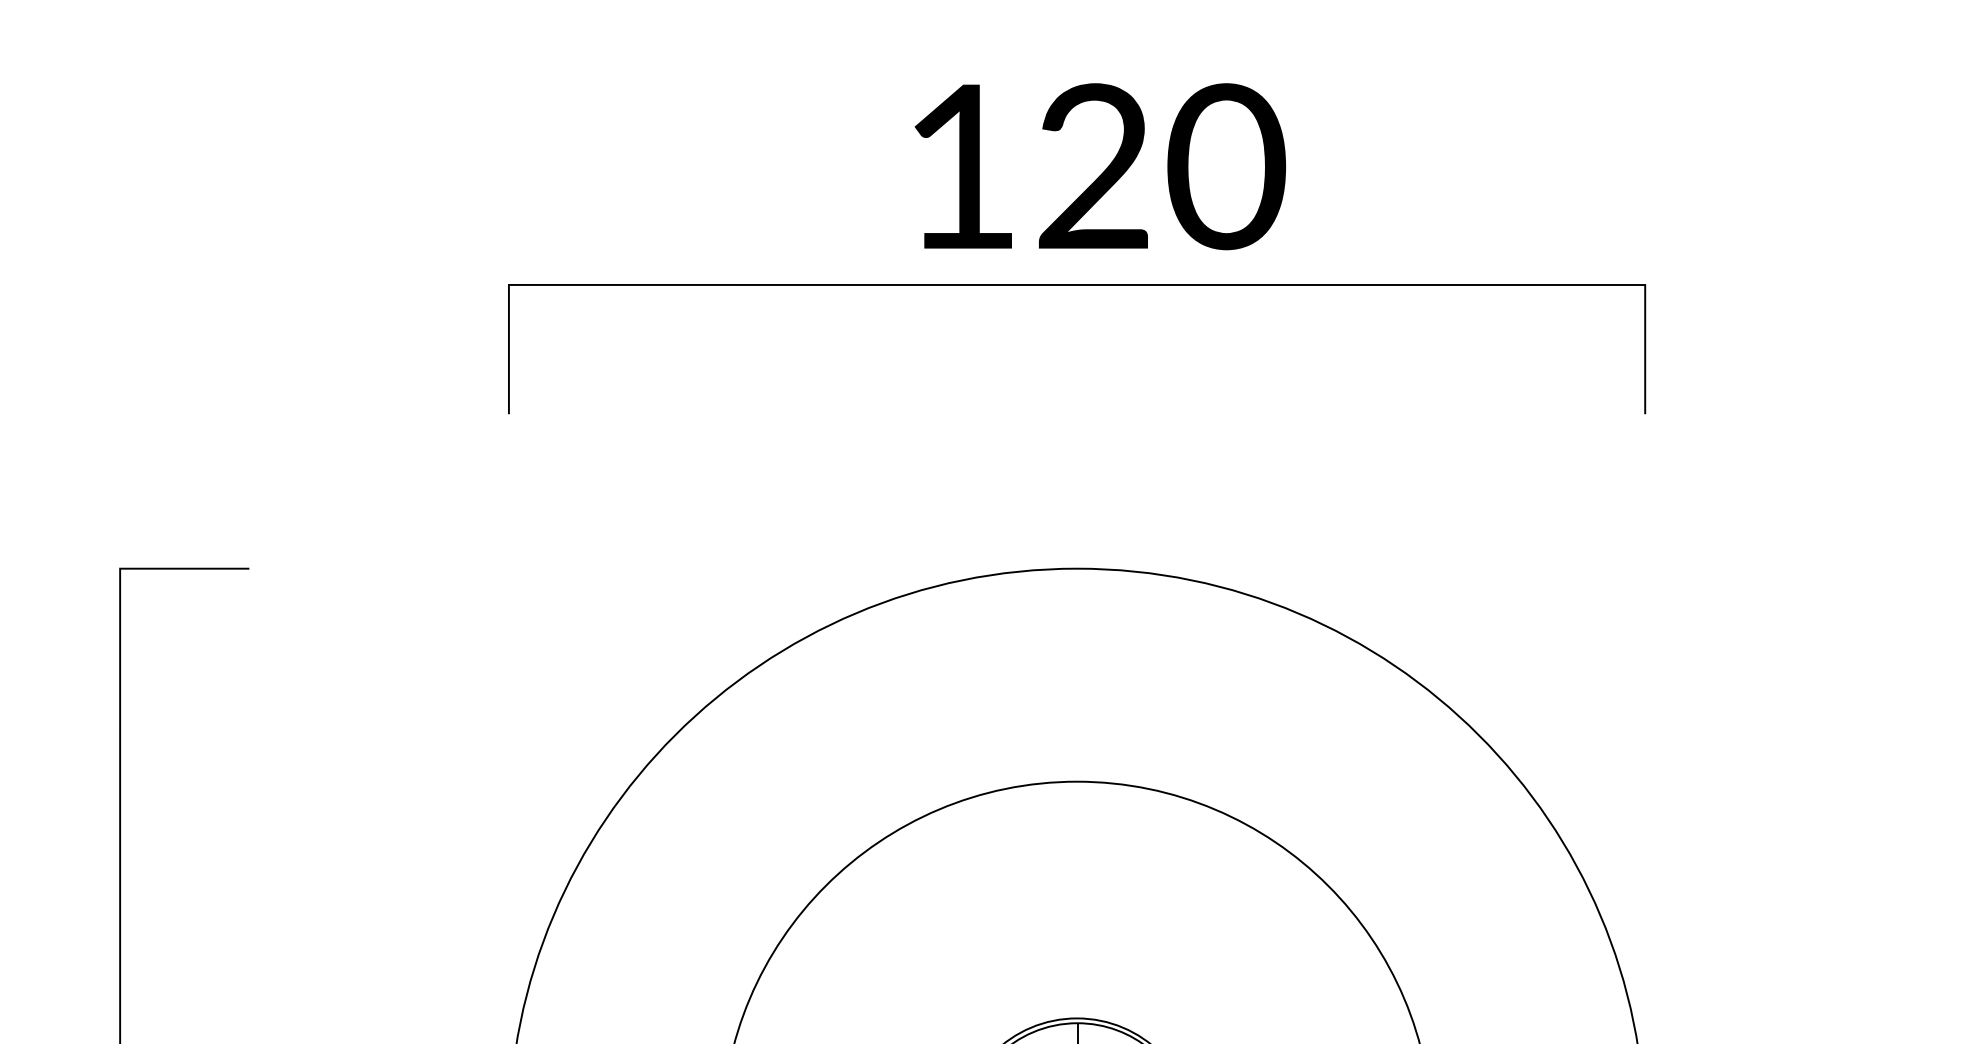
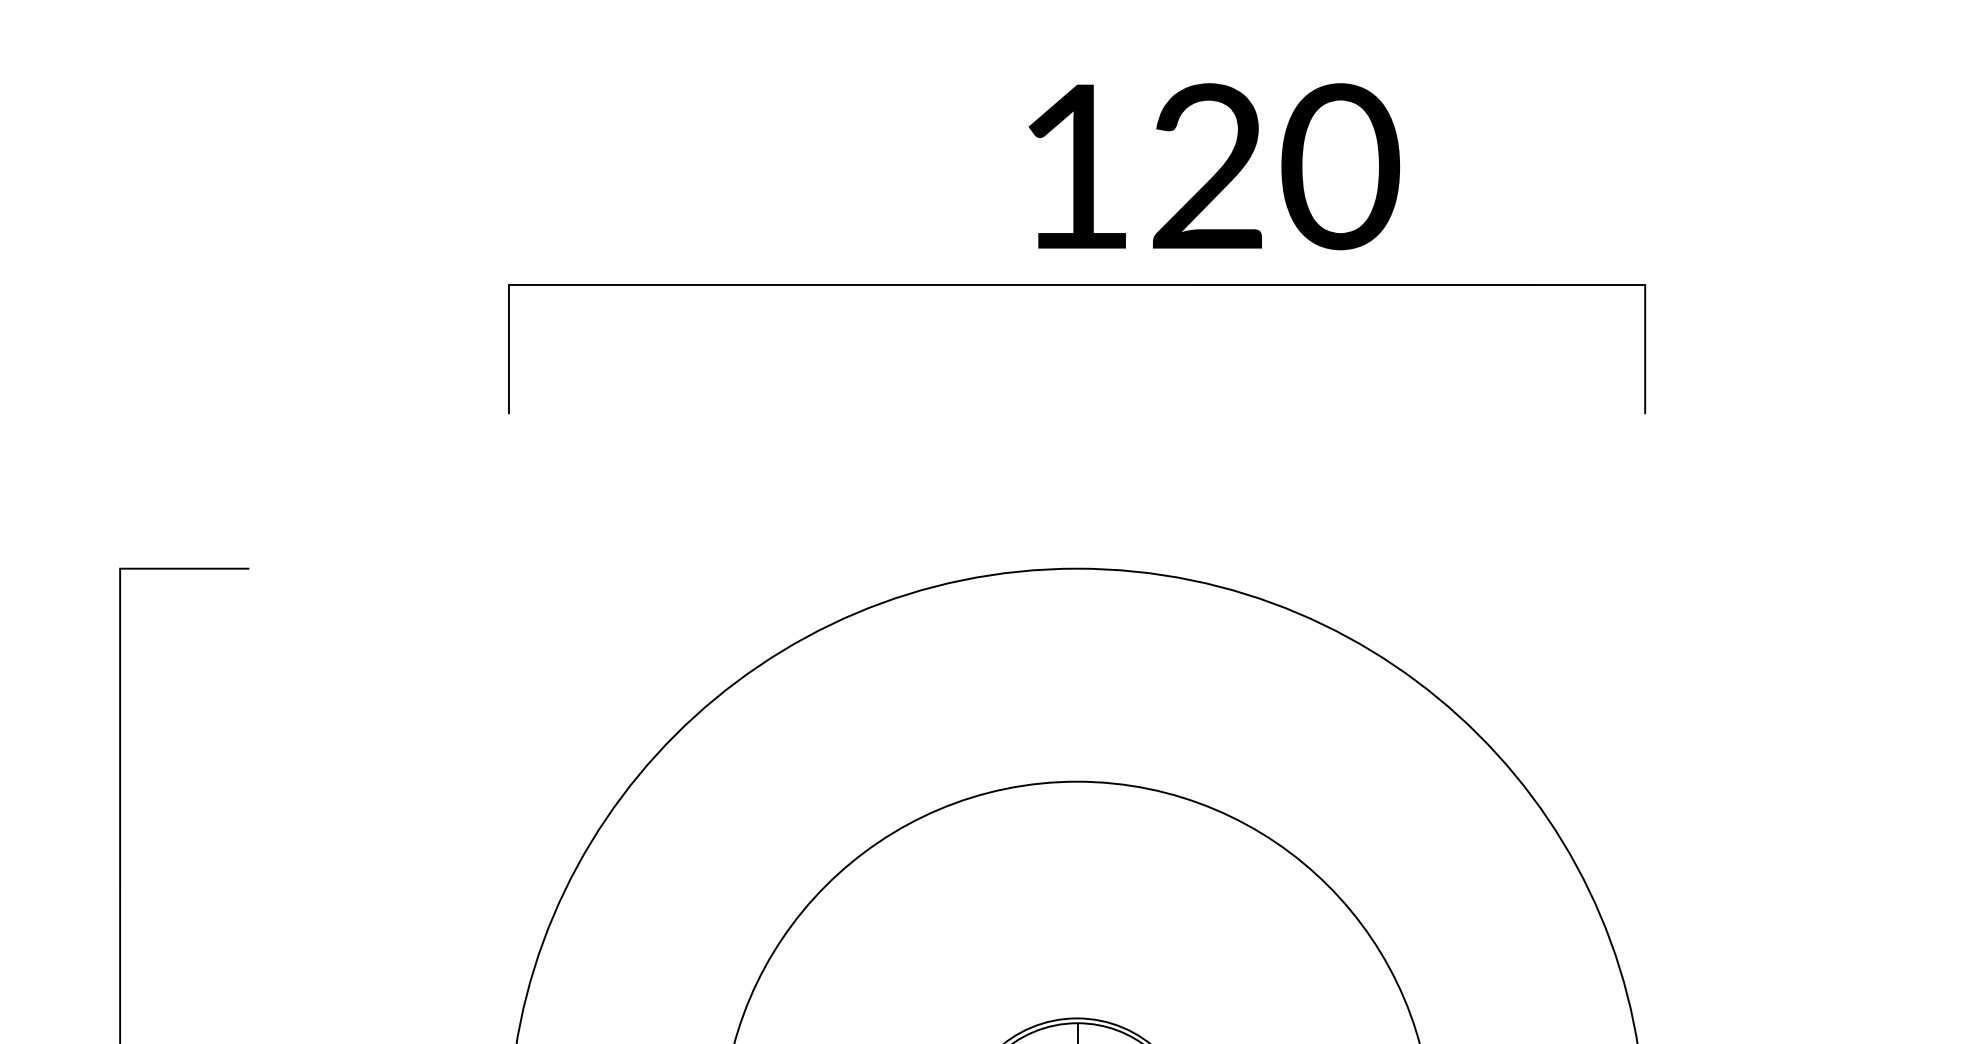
text at (1099, 166) position: (1099, 166) -> (1213, 166)
